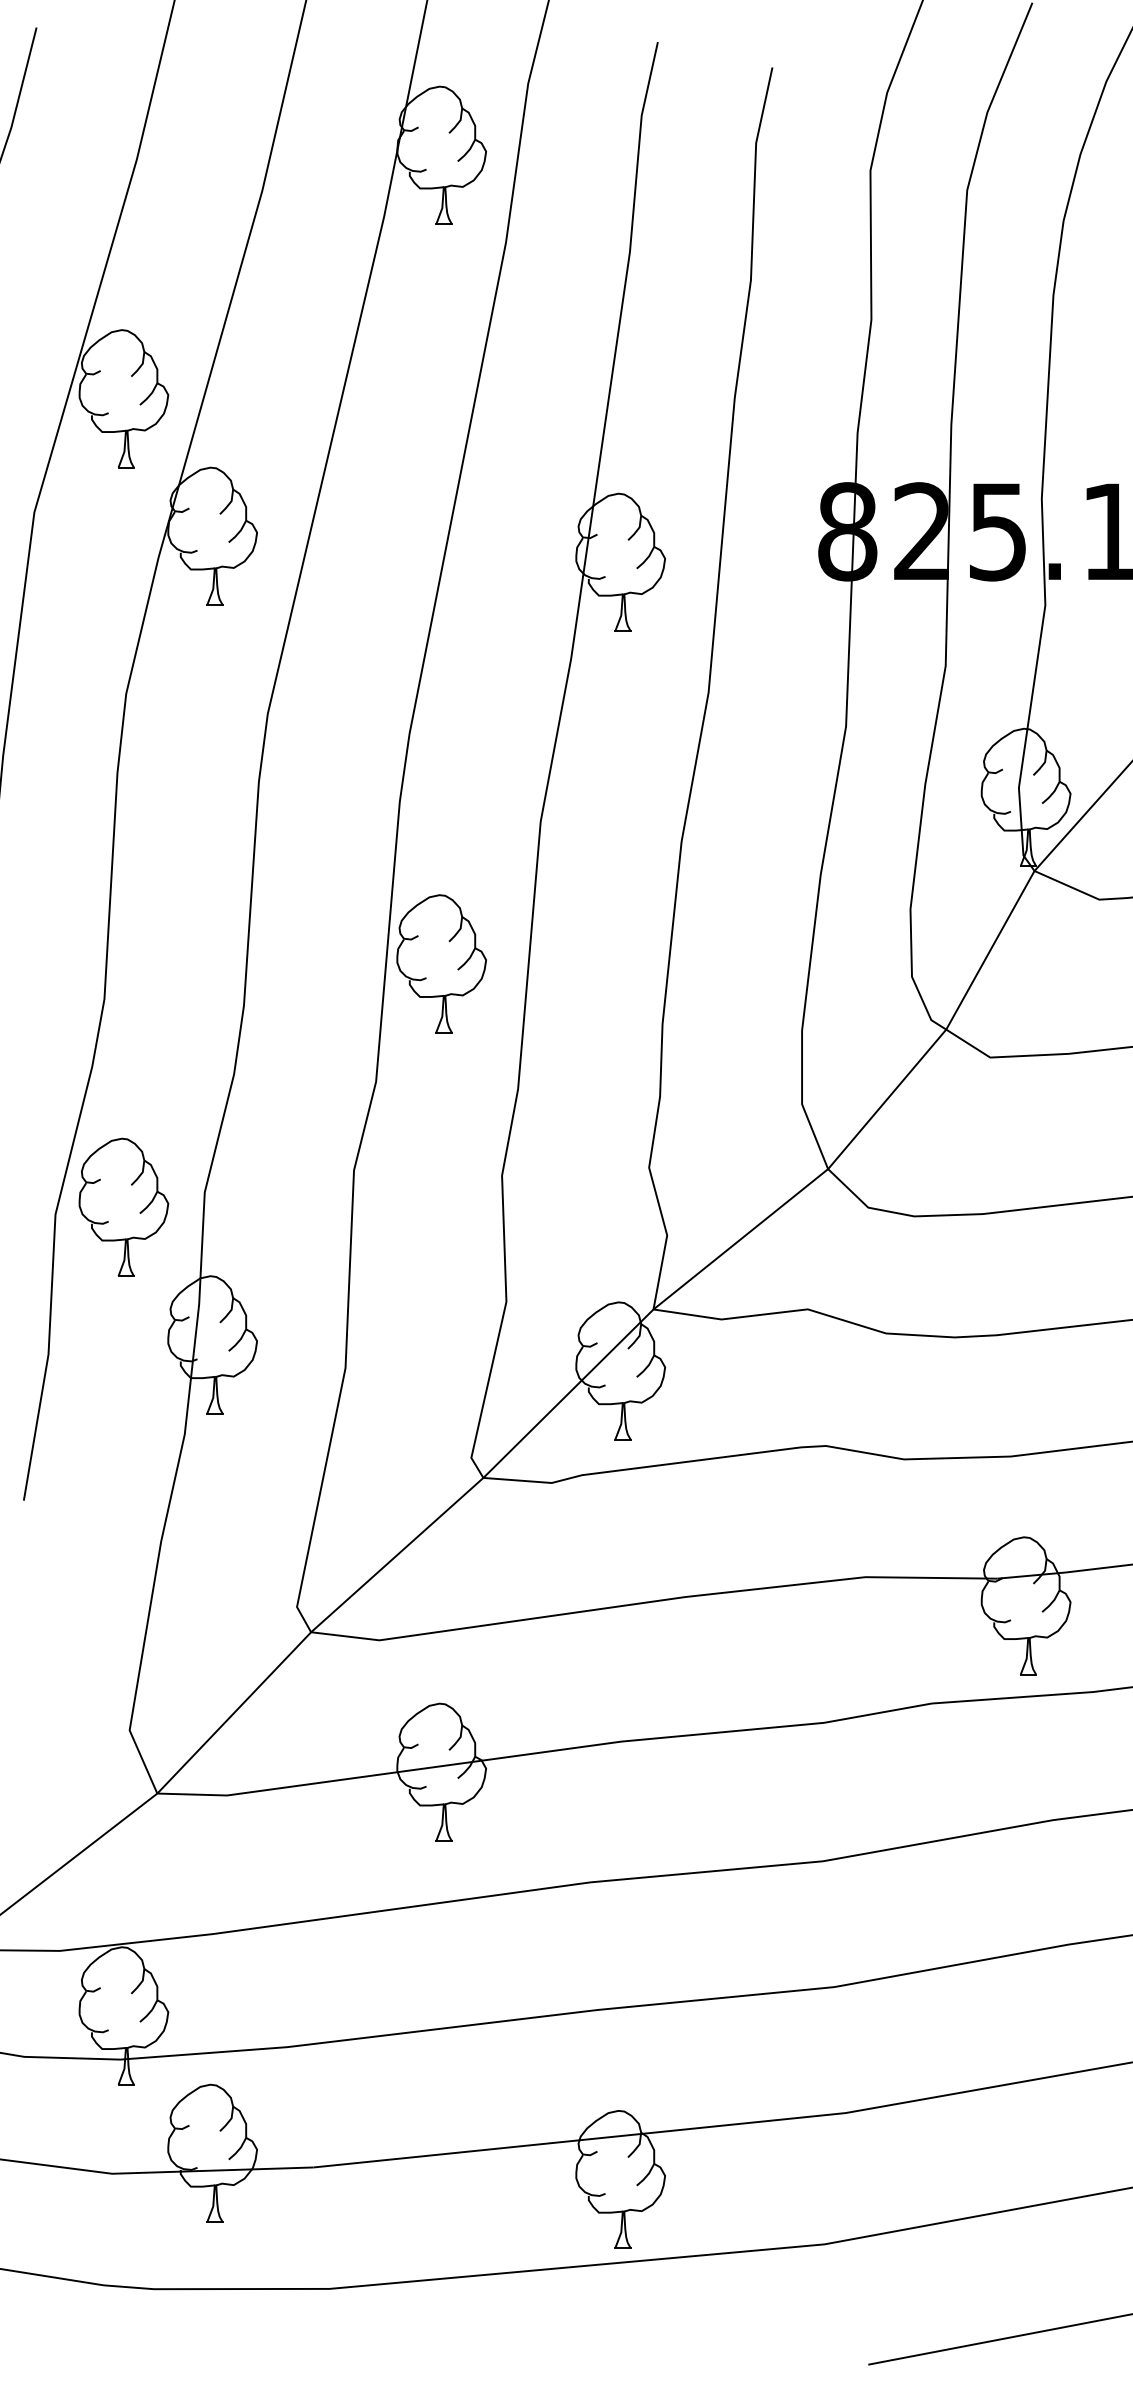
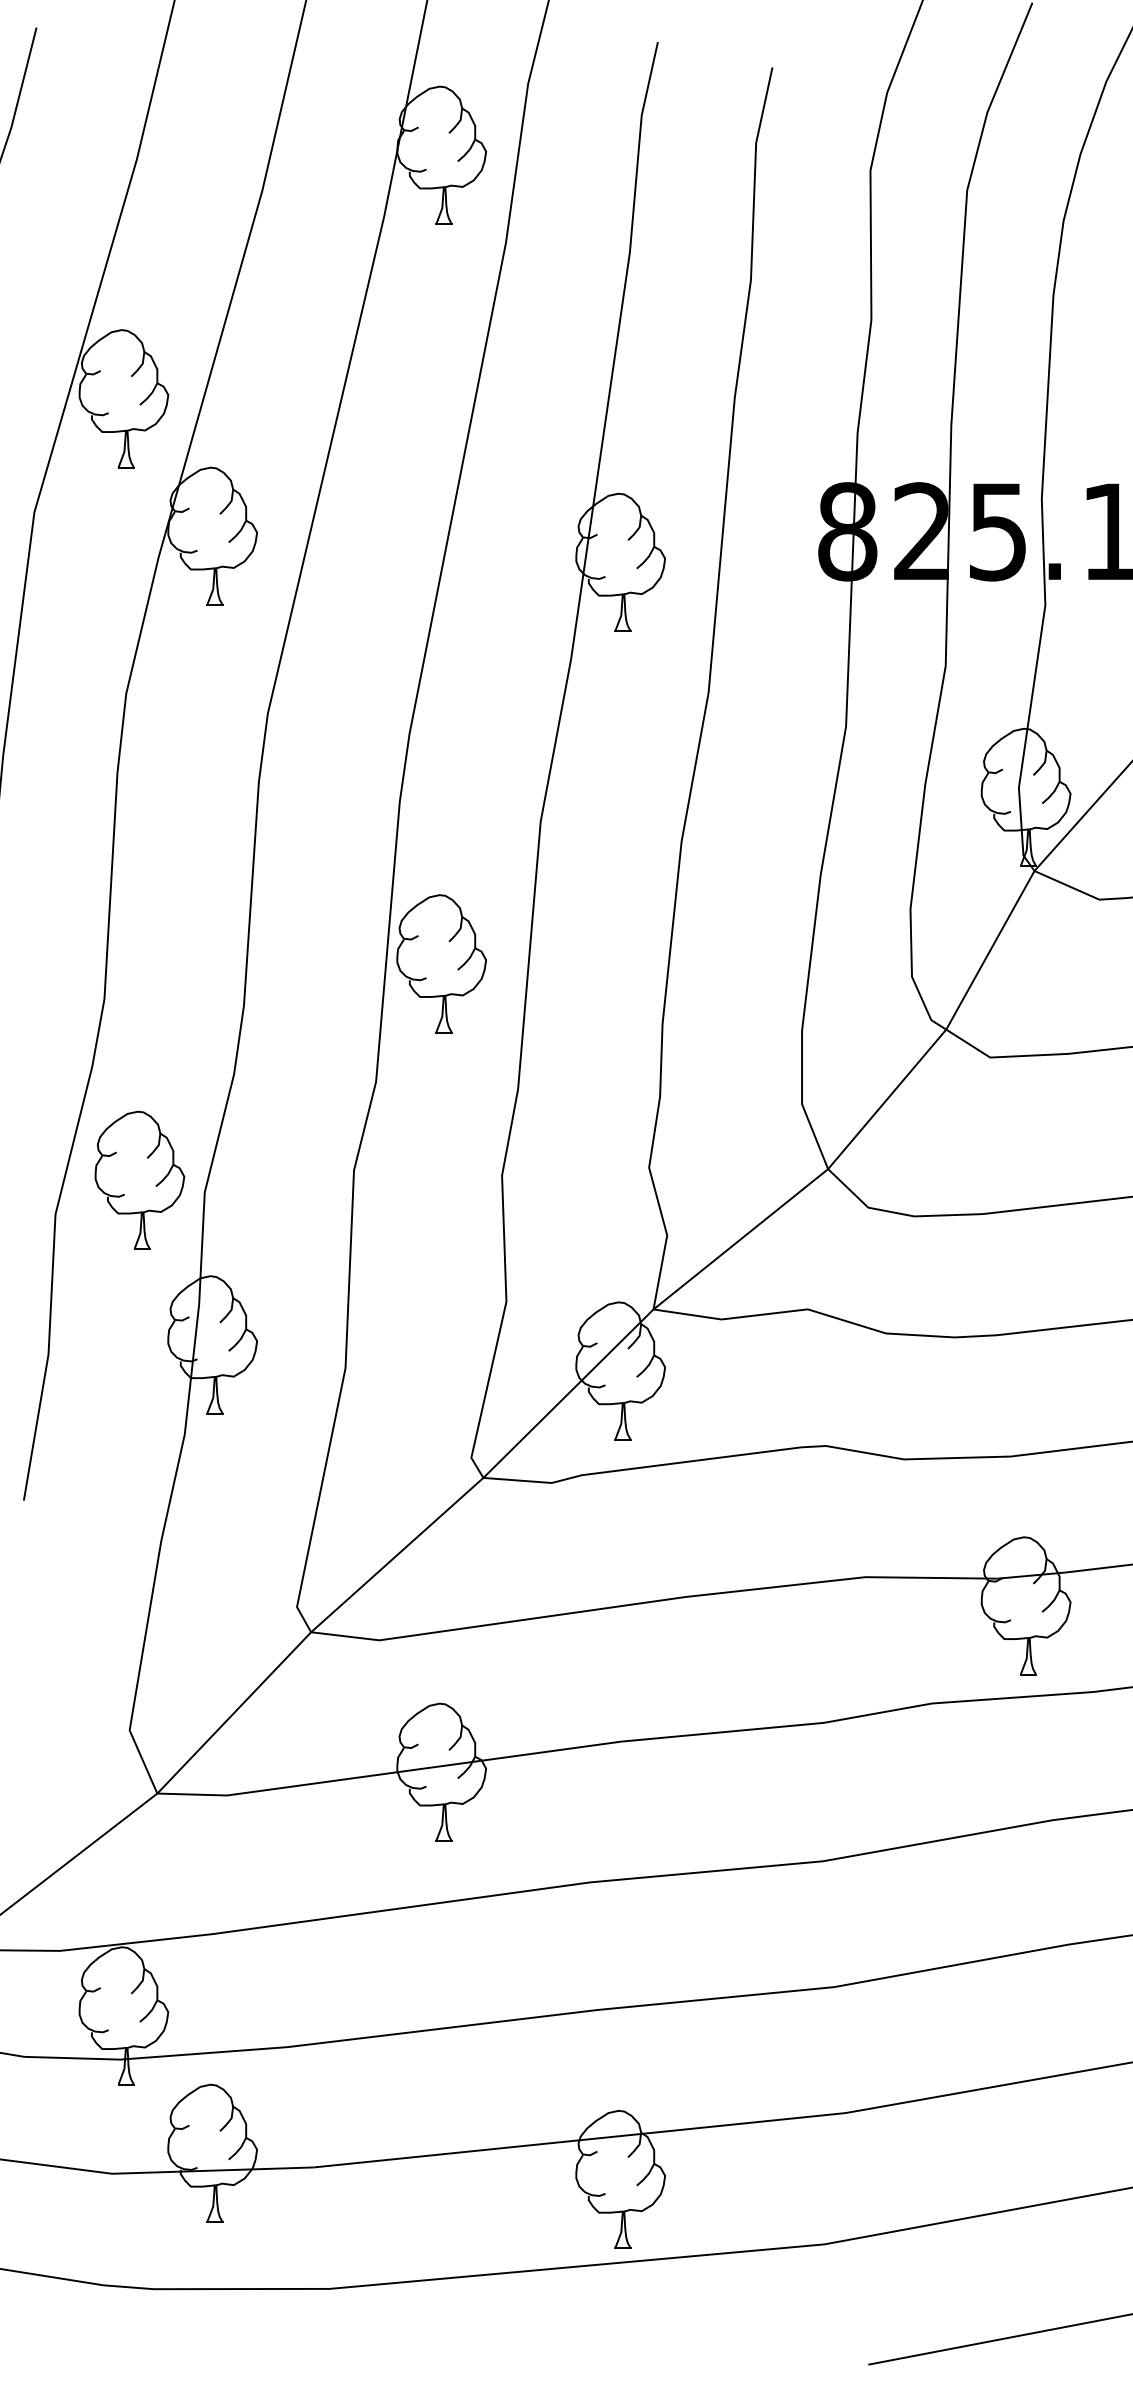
part at (123, 1206) position: (123, 1206) -> (139, 1179)
